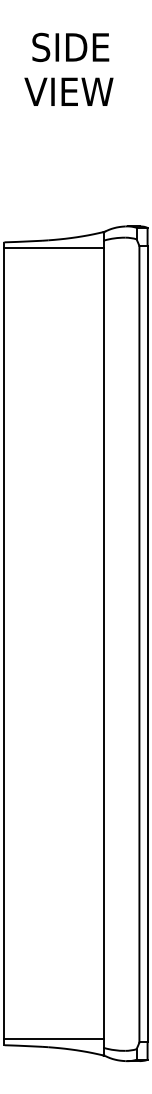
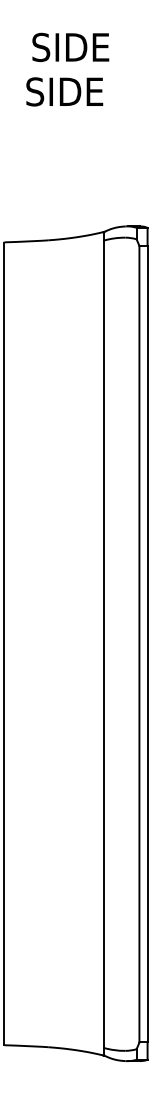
text at (68, 91): VIEW -> SIDE
line at (54, 248): present -> none
line at (54, 1039): present -> none
